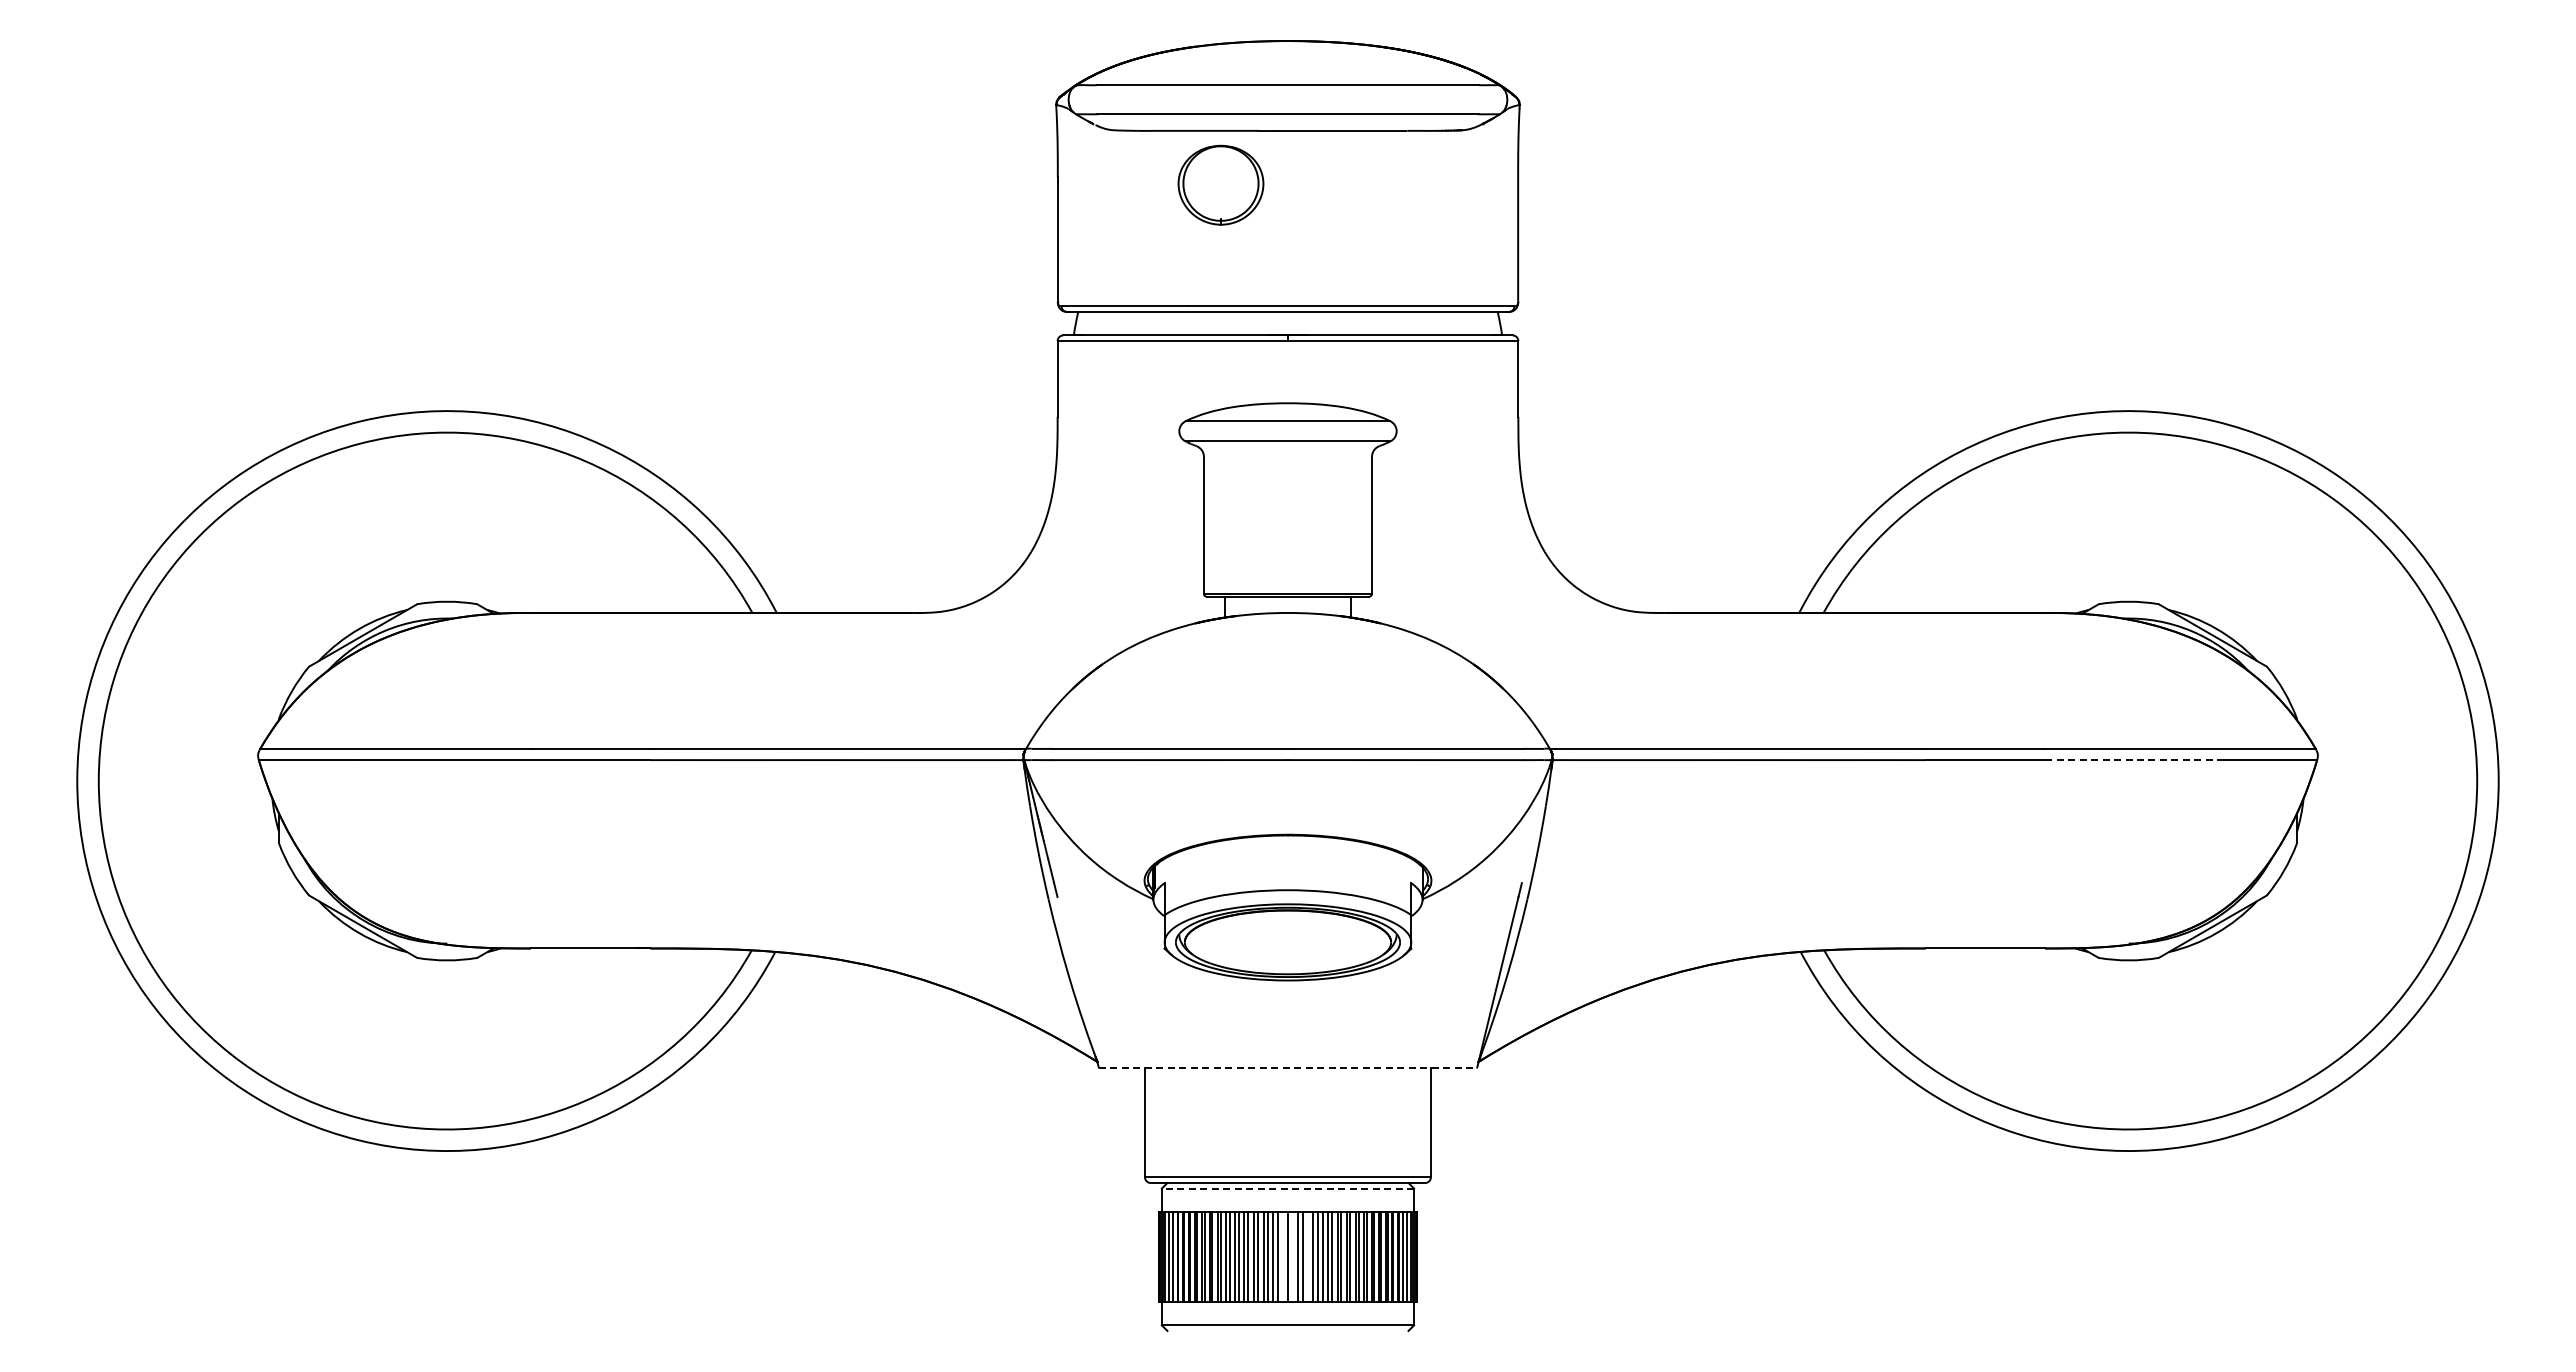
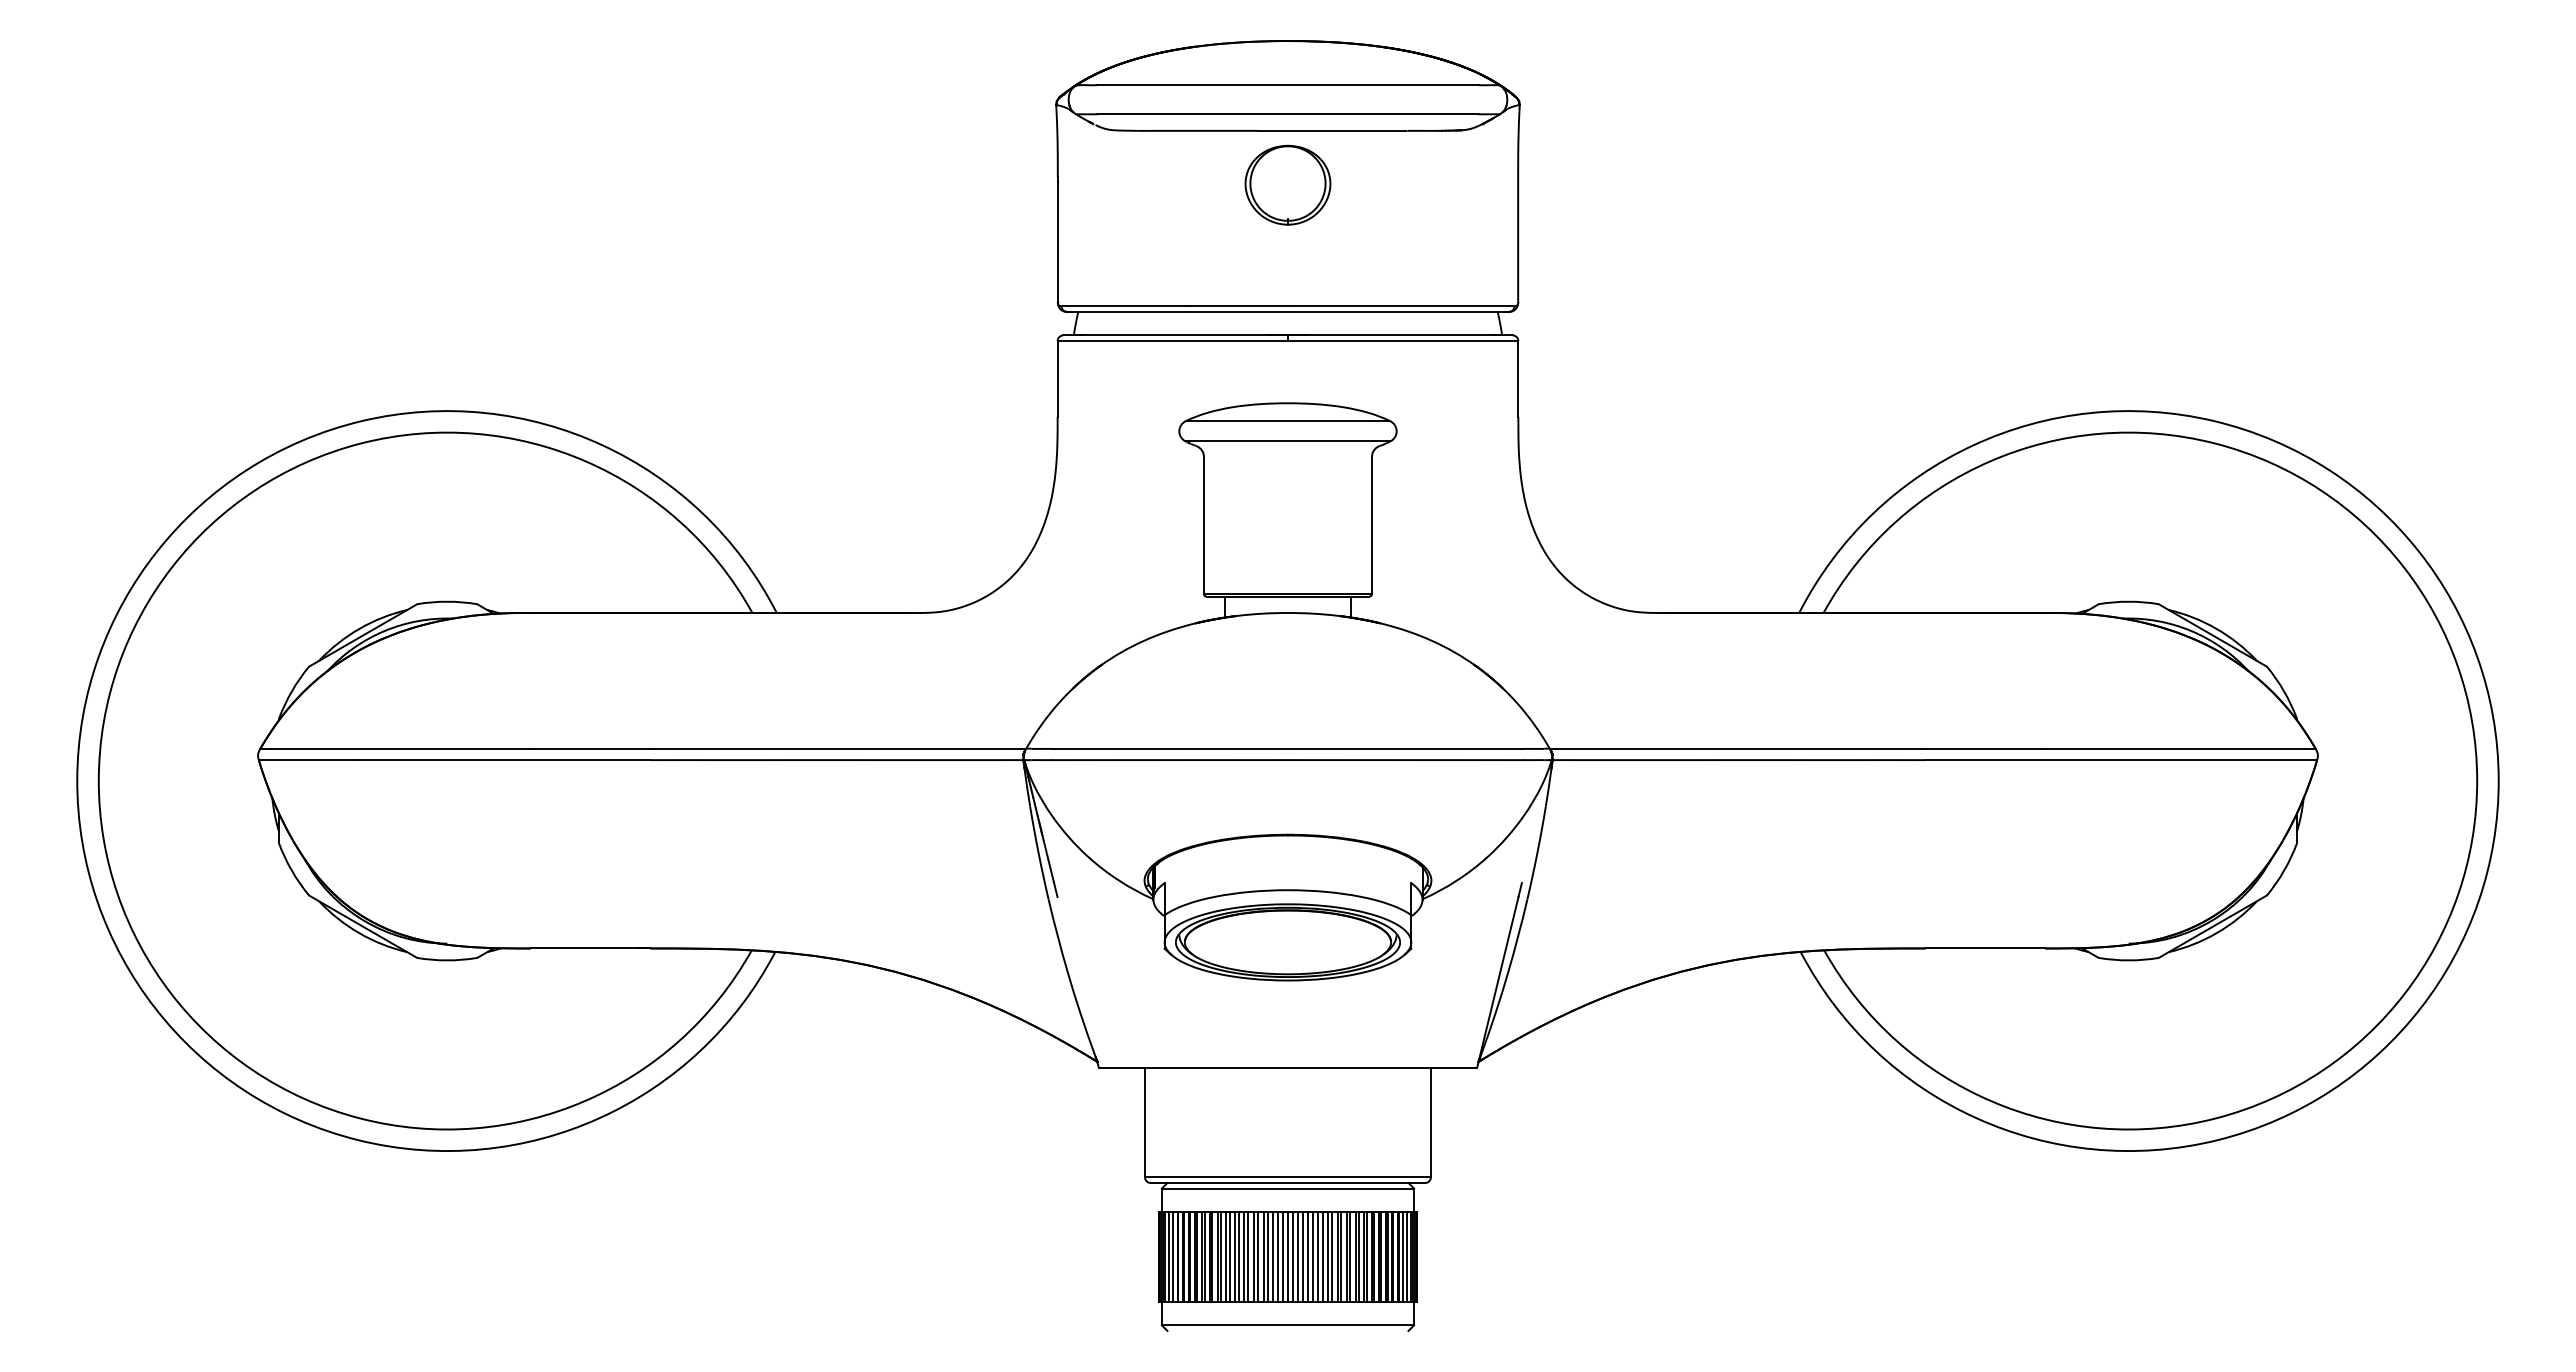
part at (1220, 184) position: (1220, 184) -> (1287, 184)
line at (2134, 760): dashed -> solid
line at (1288, 1067): dashed -> solid
line at (1287, 1188): dashed -> solid
line at (1283, 1256): none -> present
line at (1293, 1256): none -> present
line at (1308, 1256): none -> present
